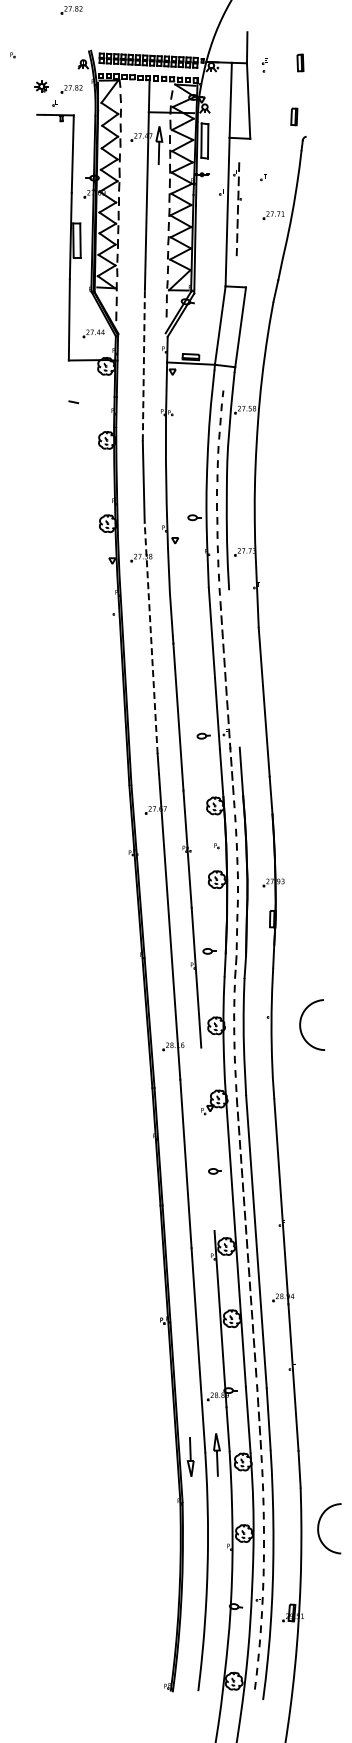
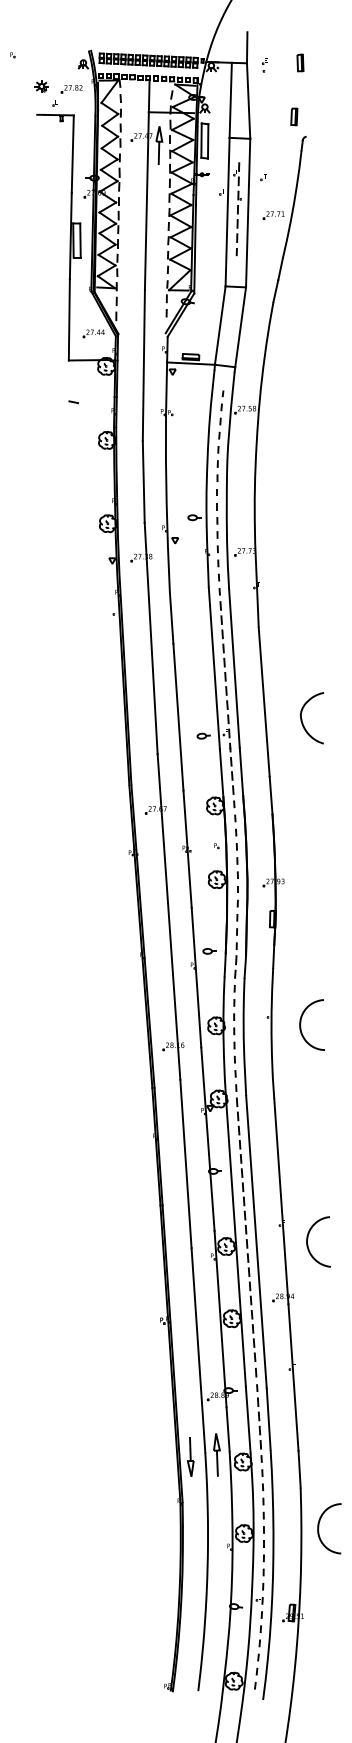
part at (71, 10): present -> none
line at (248, 212): none -> present
line at (143, 365): dashed -> solid
line at (151, 638): dashed -> solid
line at (234, 668): none -> present
curve at (302, 718): none -> present
line at (207, 1138): none -> present
curve at (308, 1238): none -> present
